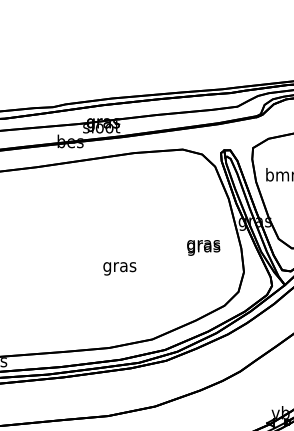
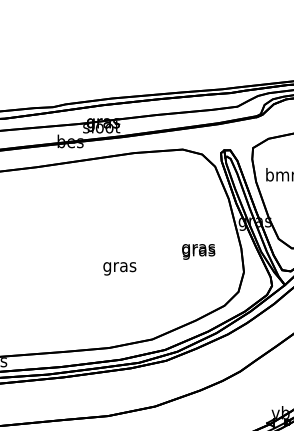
text at (203, 247) position: (203, 247) -> (198, 251)
